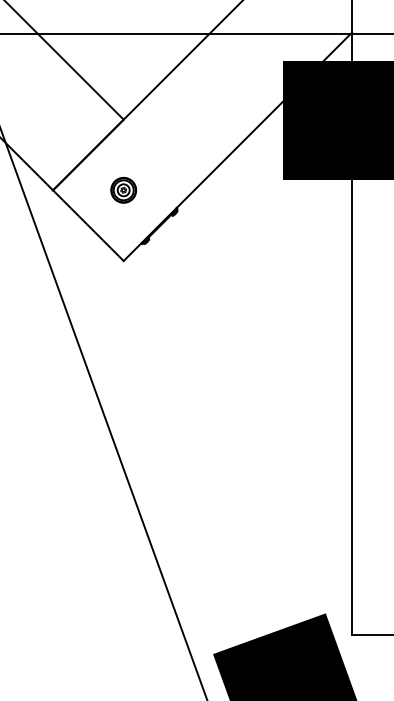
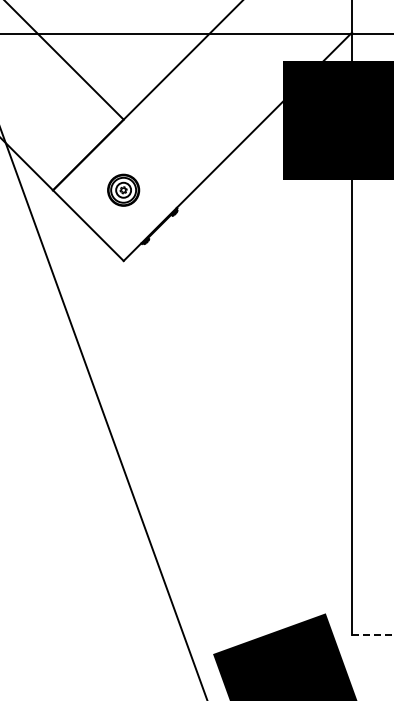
part at (123, 190) size: 28x27 px -> 34x34 px
line at (372, 635): solid -> dashed
